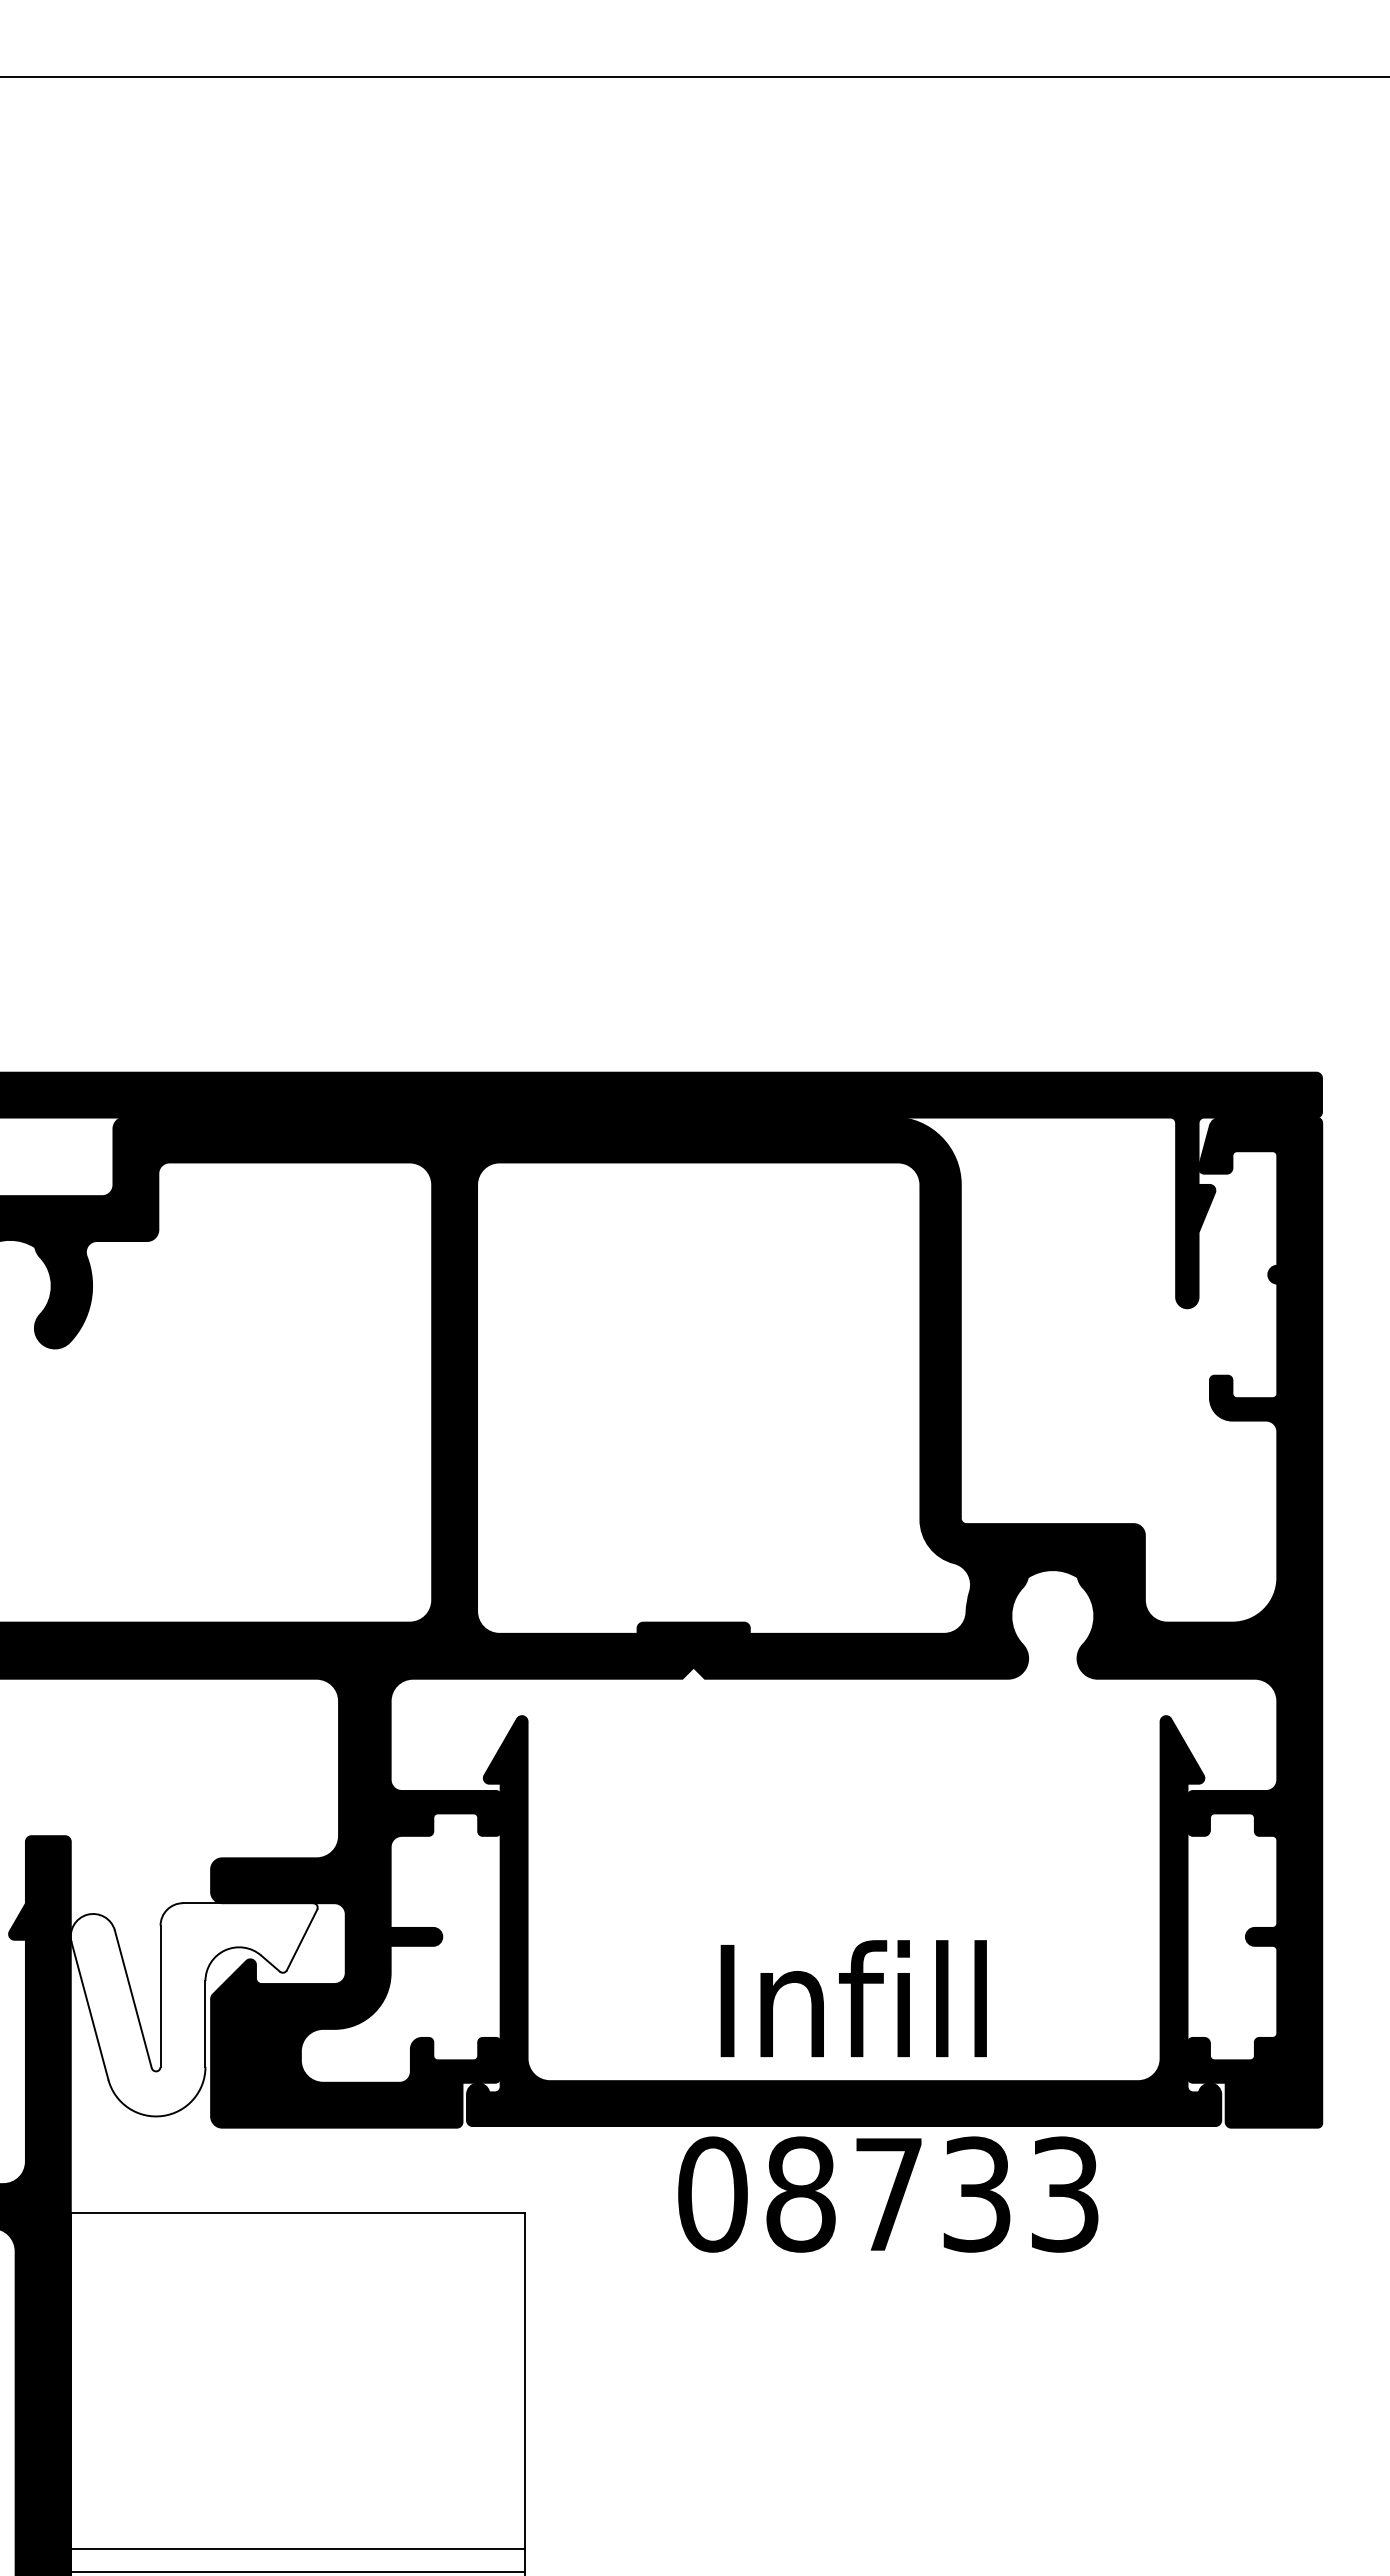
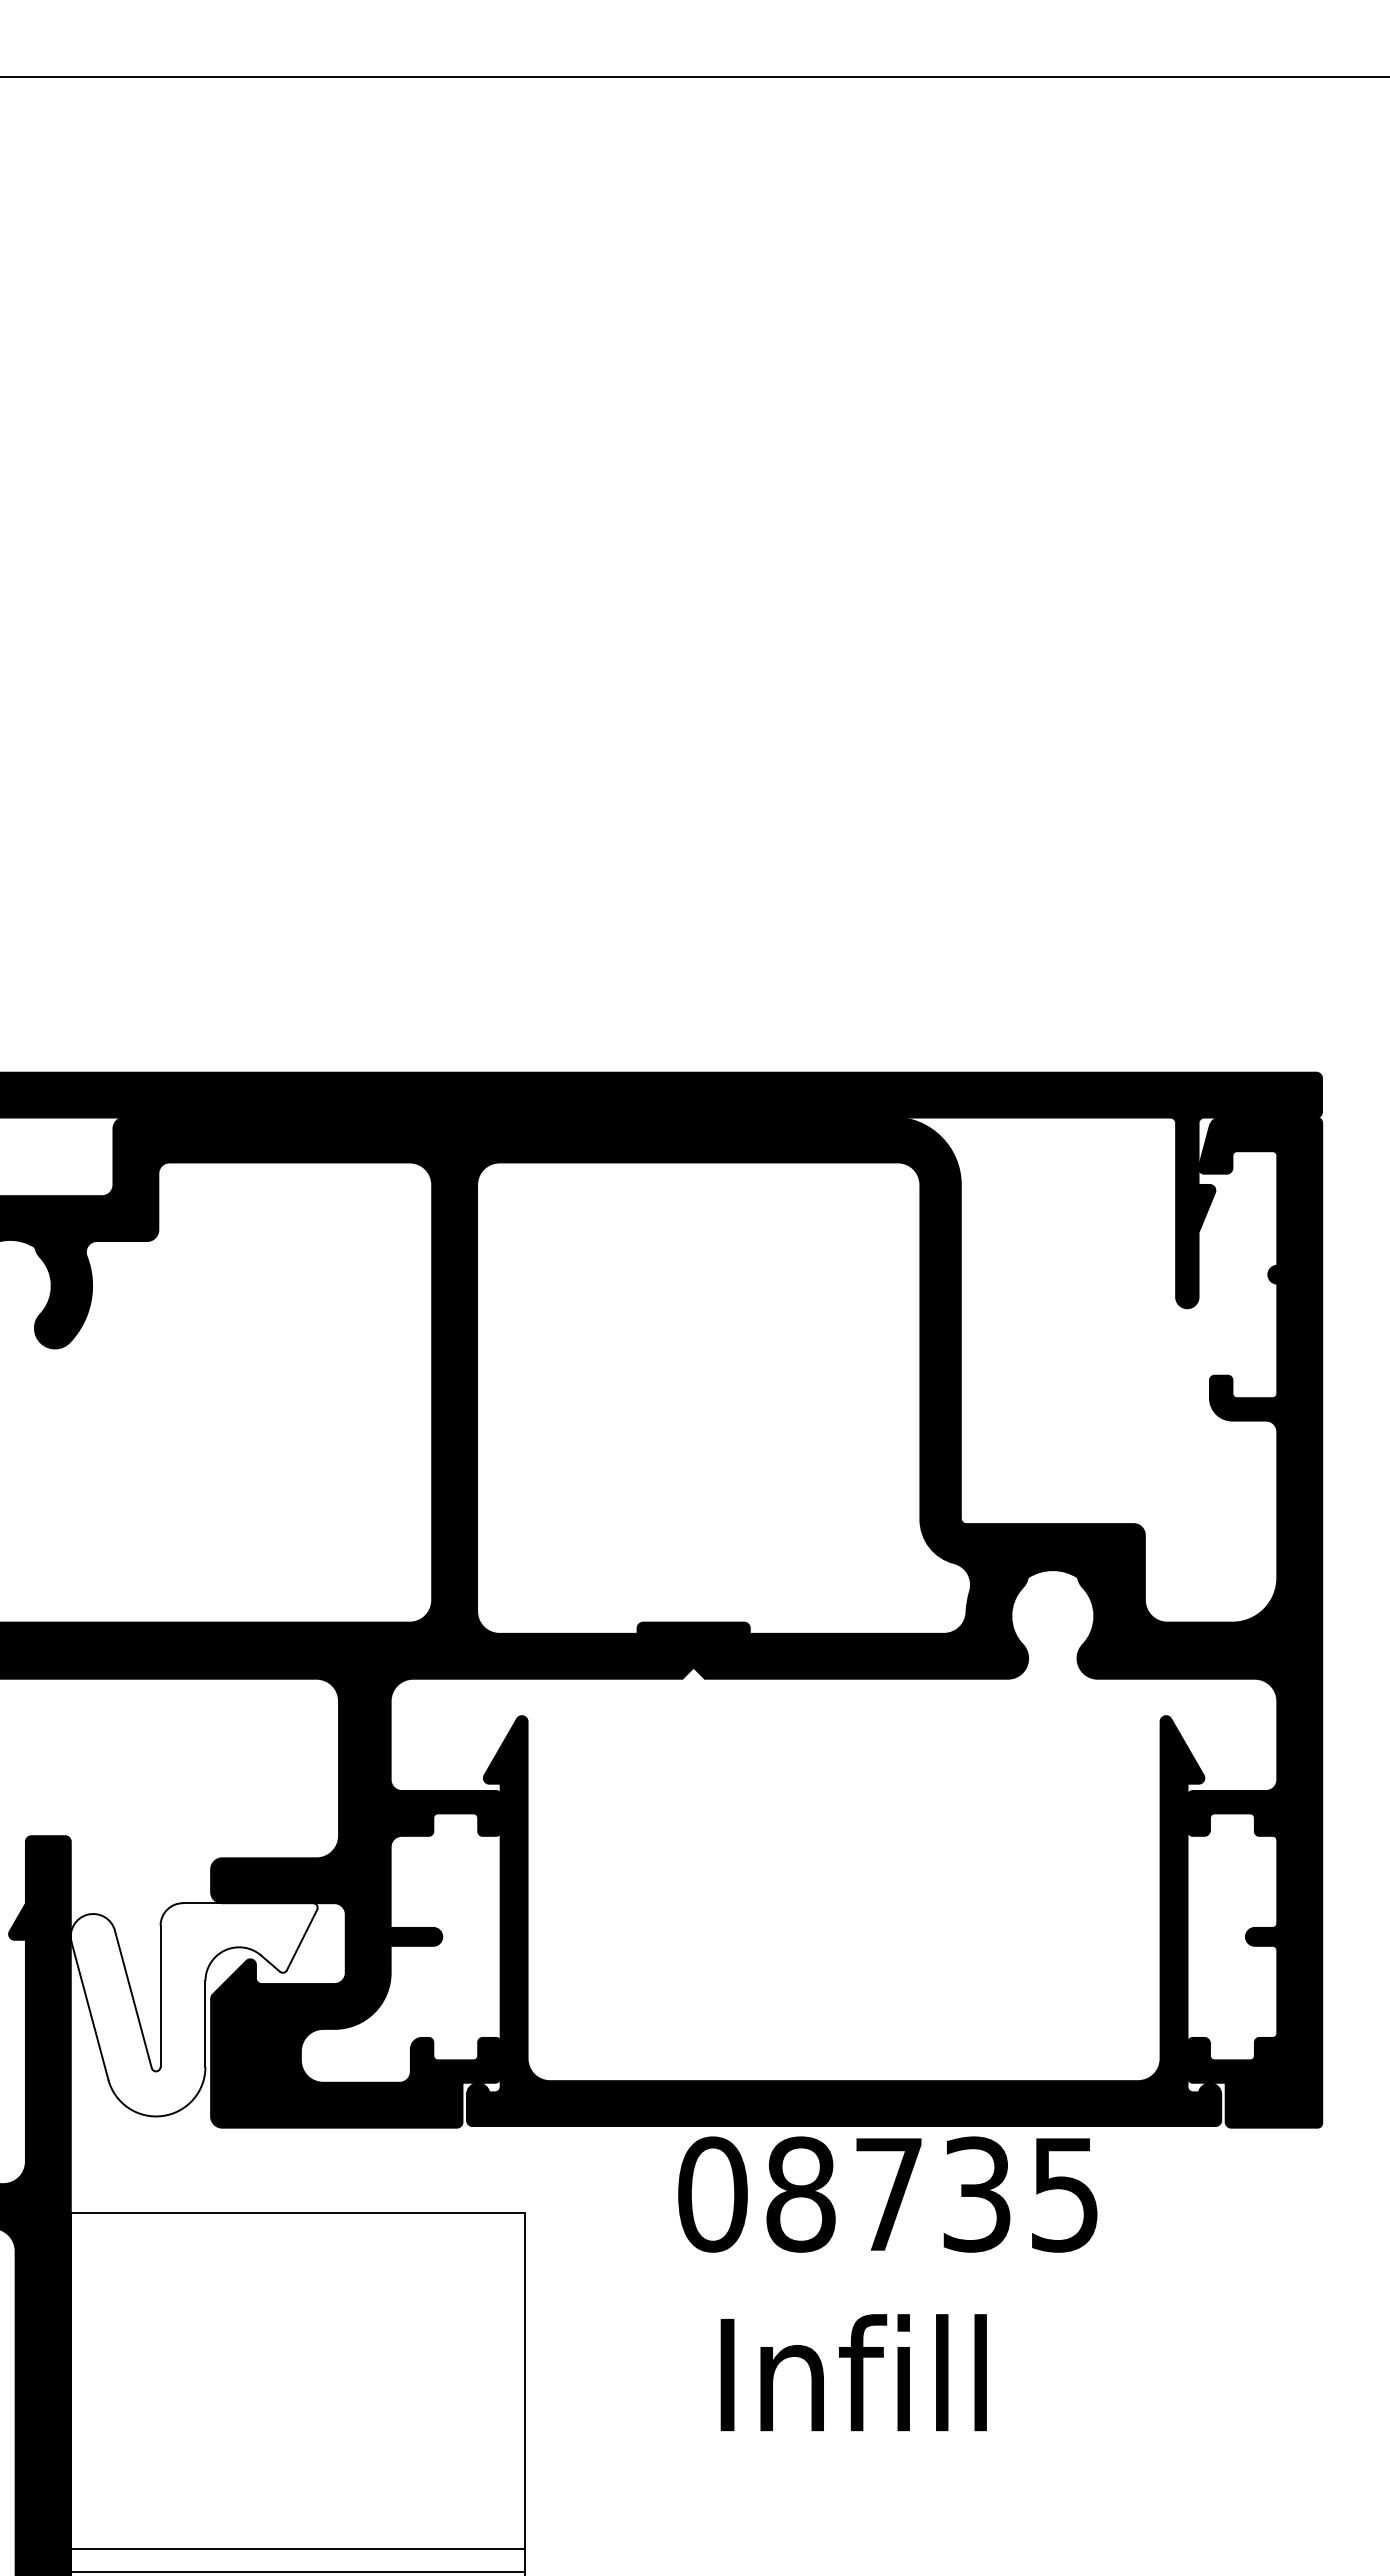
text at (853, 1998) position: (853, 1998) -> (853, 2372)
text at (1065, 2194): 08733 -> 08735
